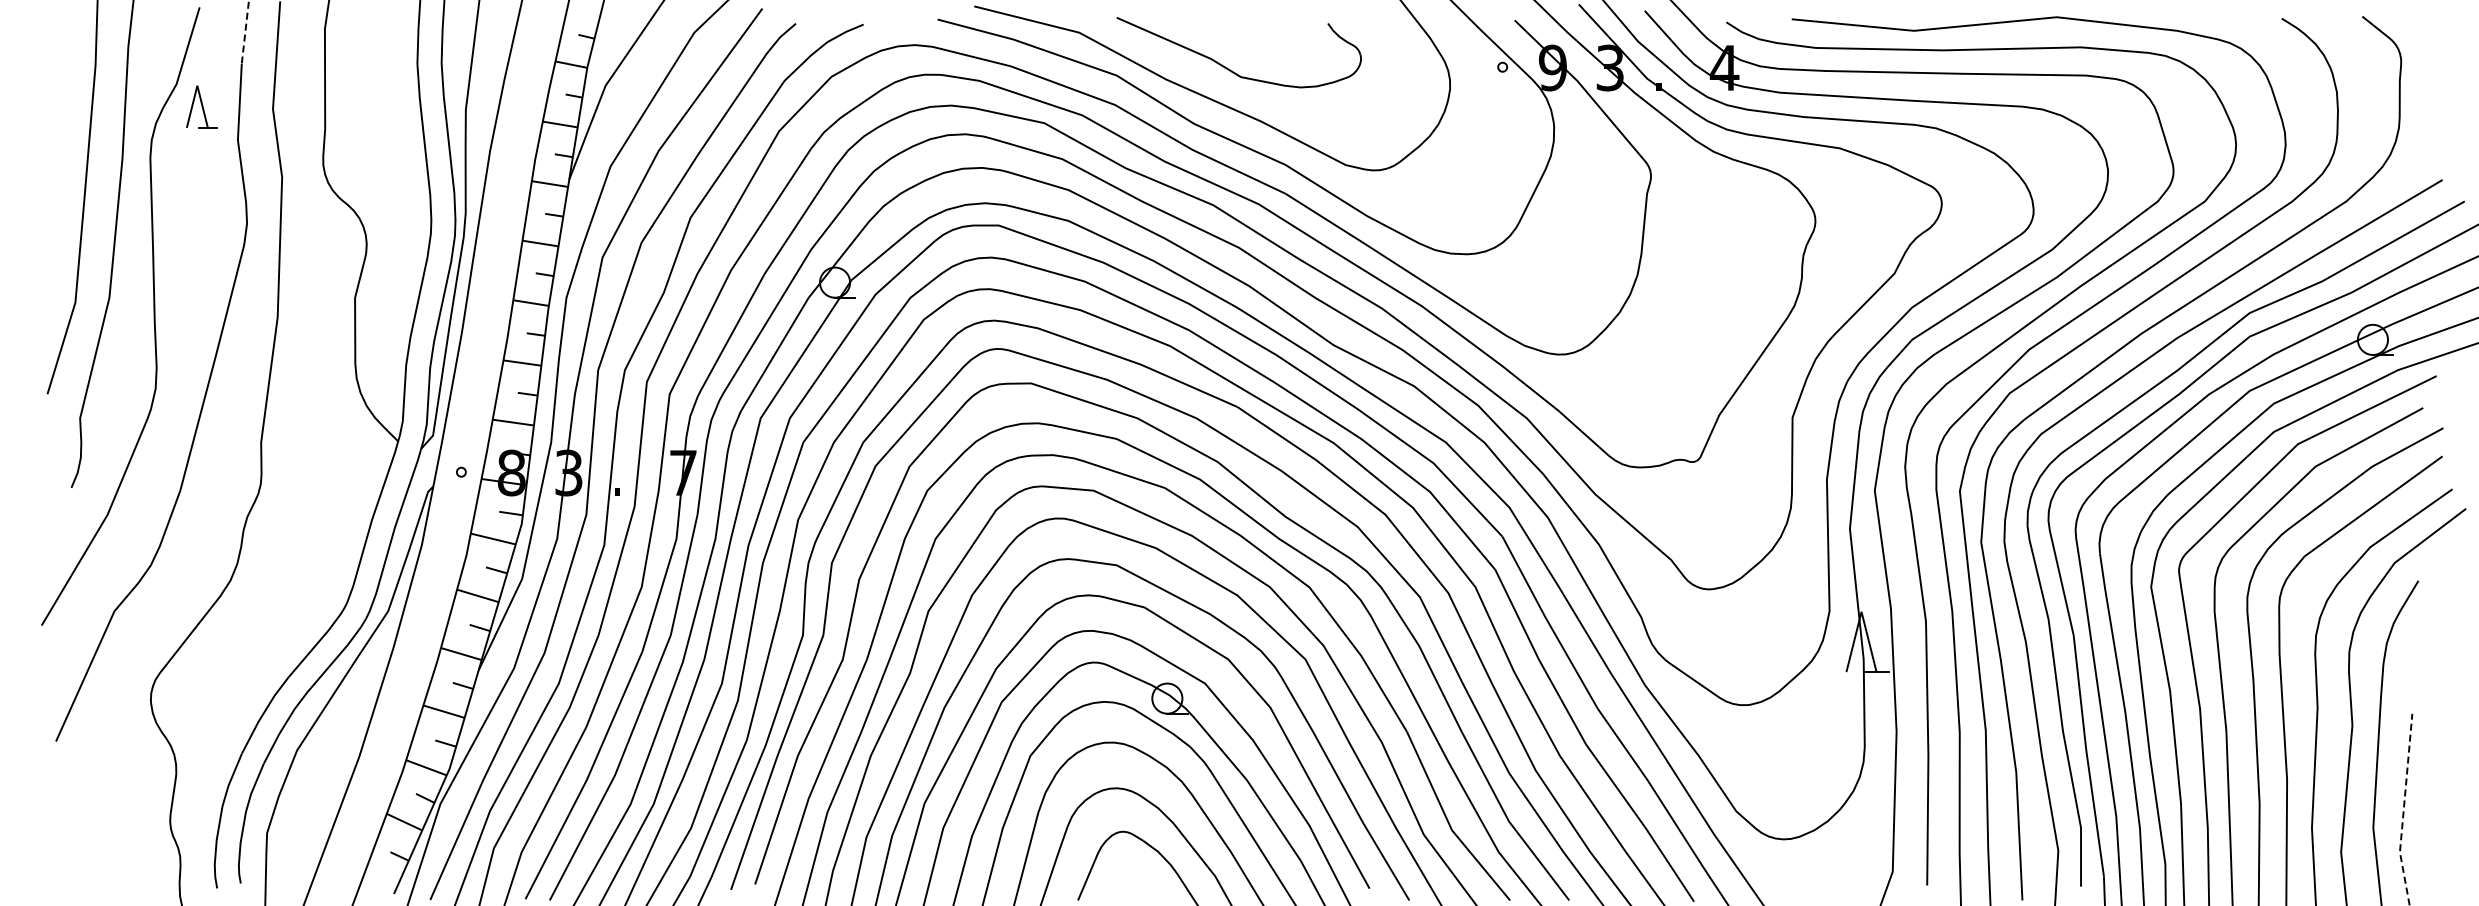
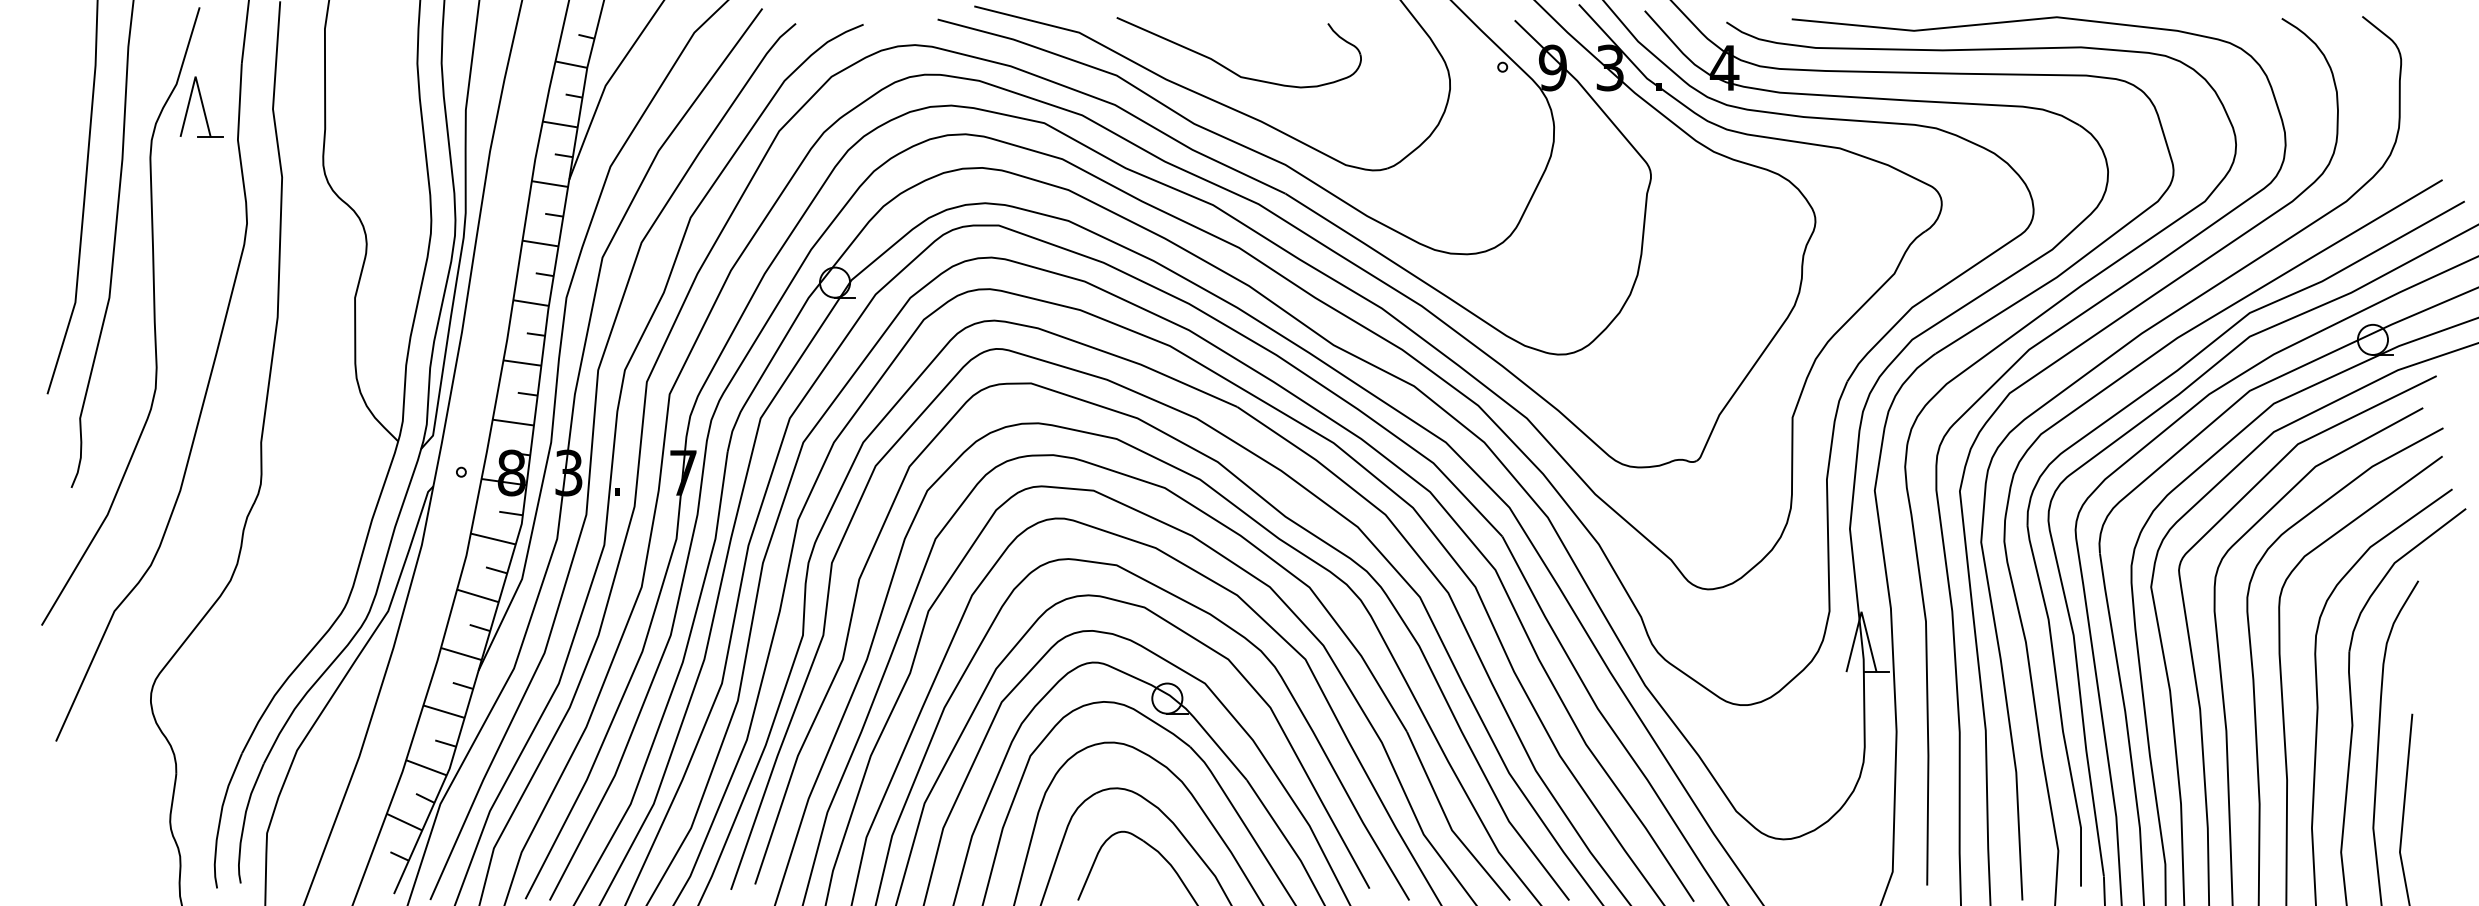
line at (245, 32): dashed -> solid
part at (201, 106) size: 32x44 px -> 45x62 px
line at (2403, 809): dashed -> solid
